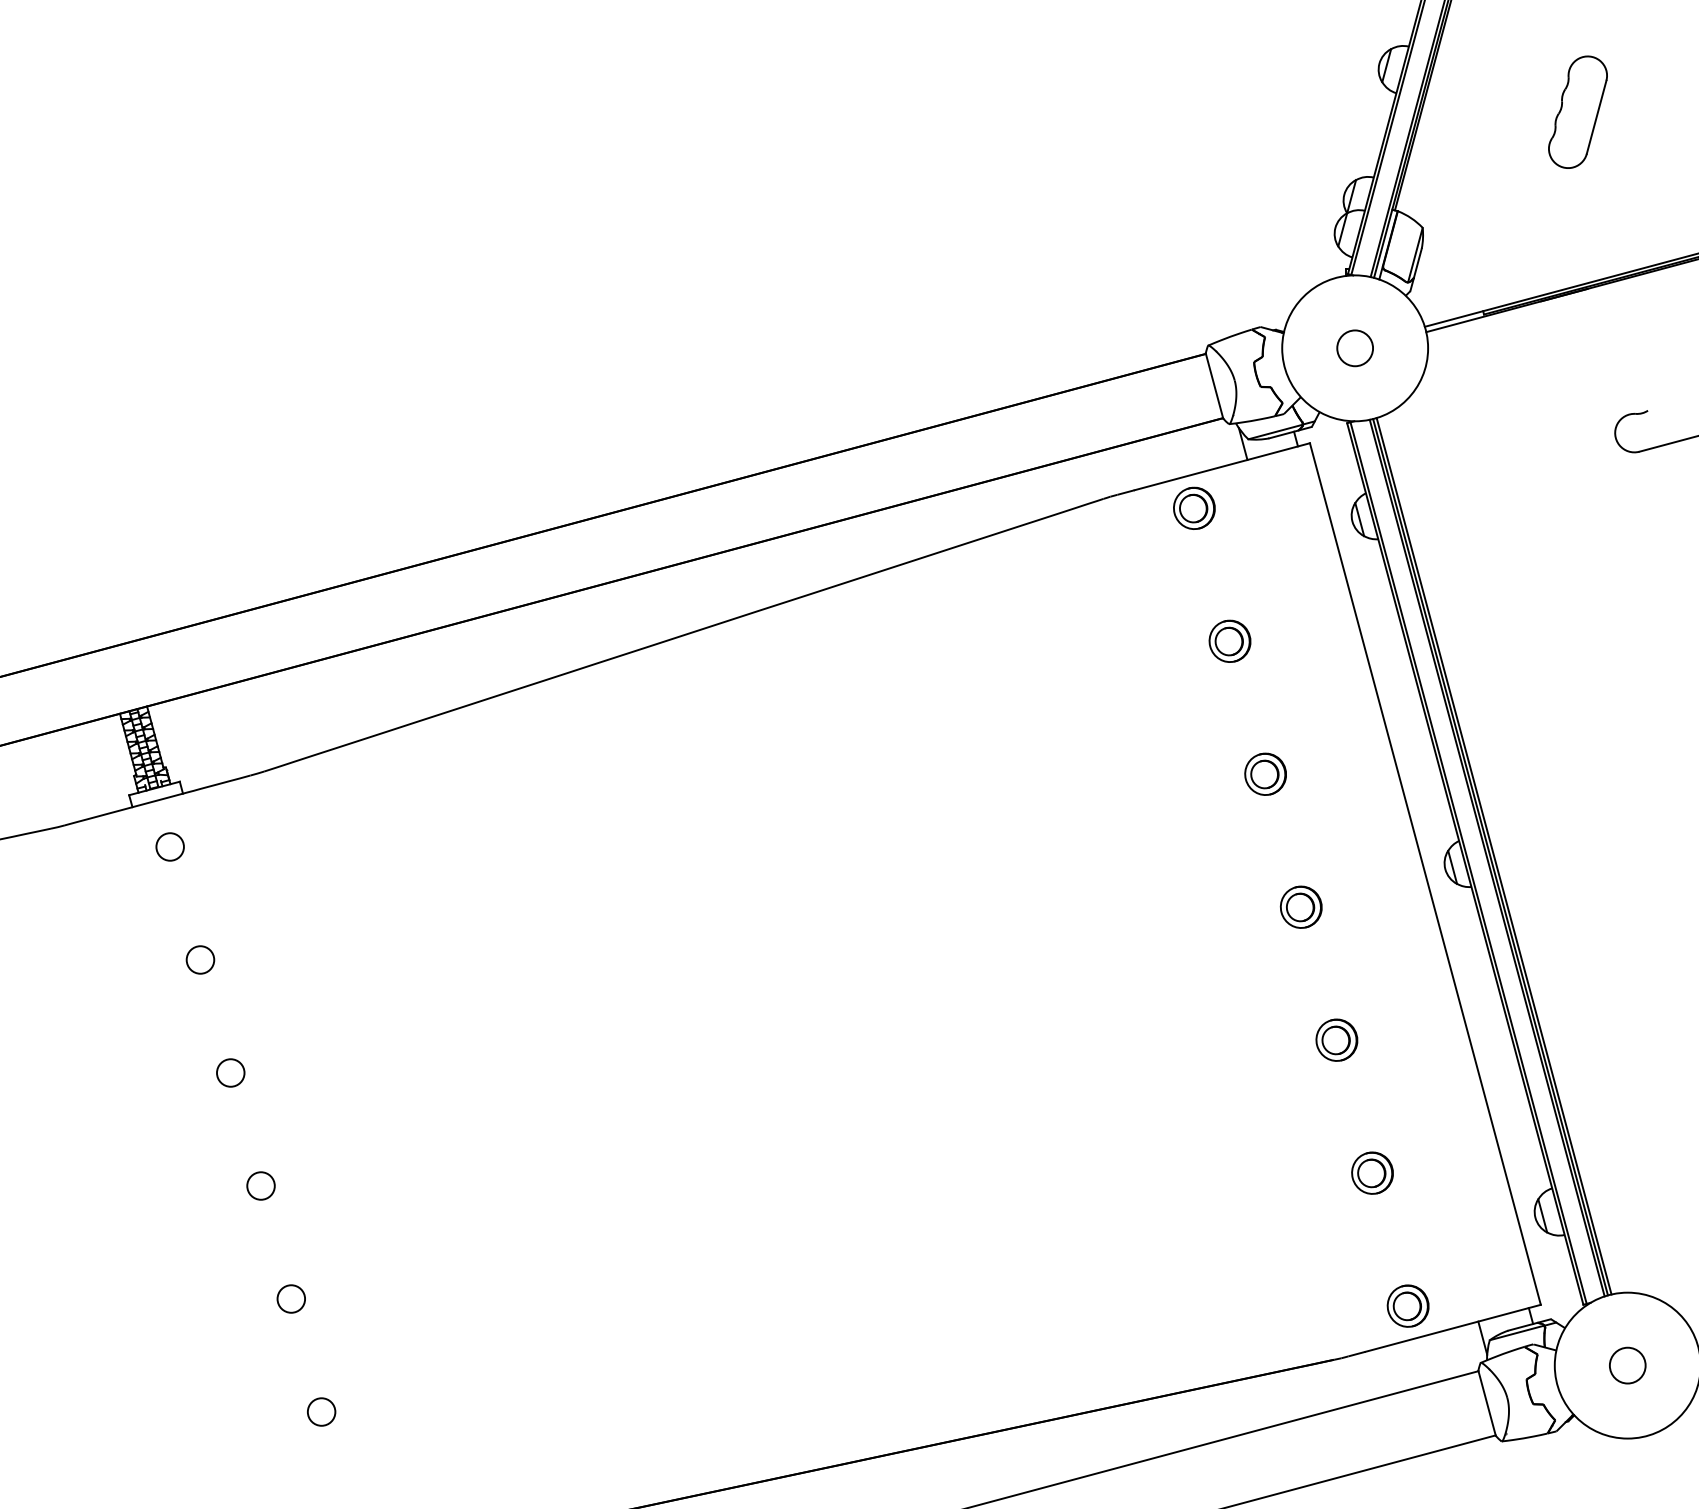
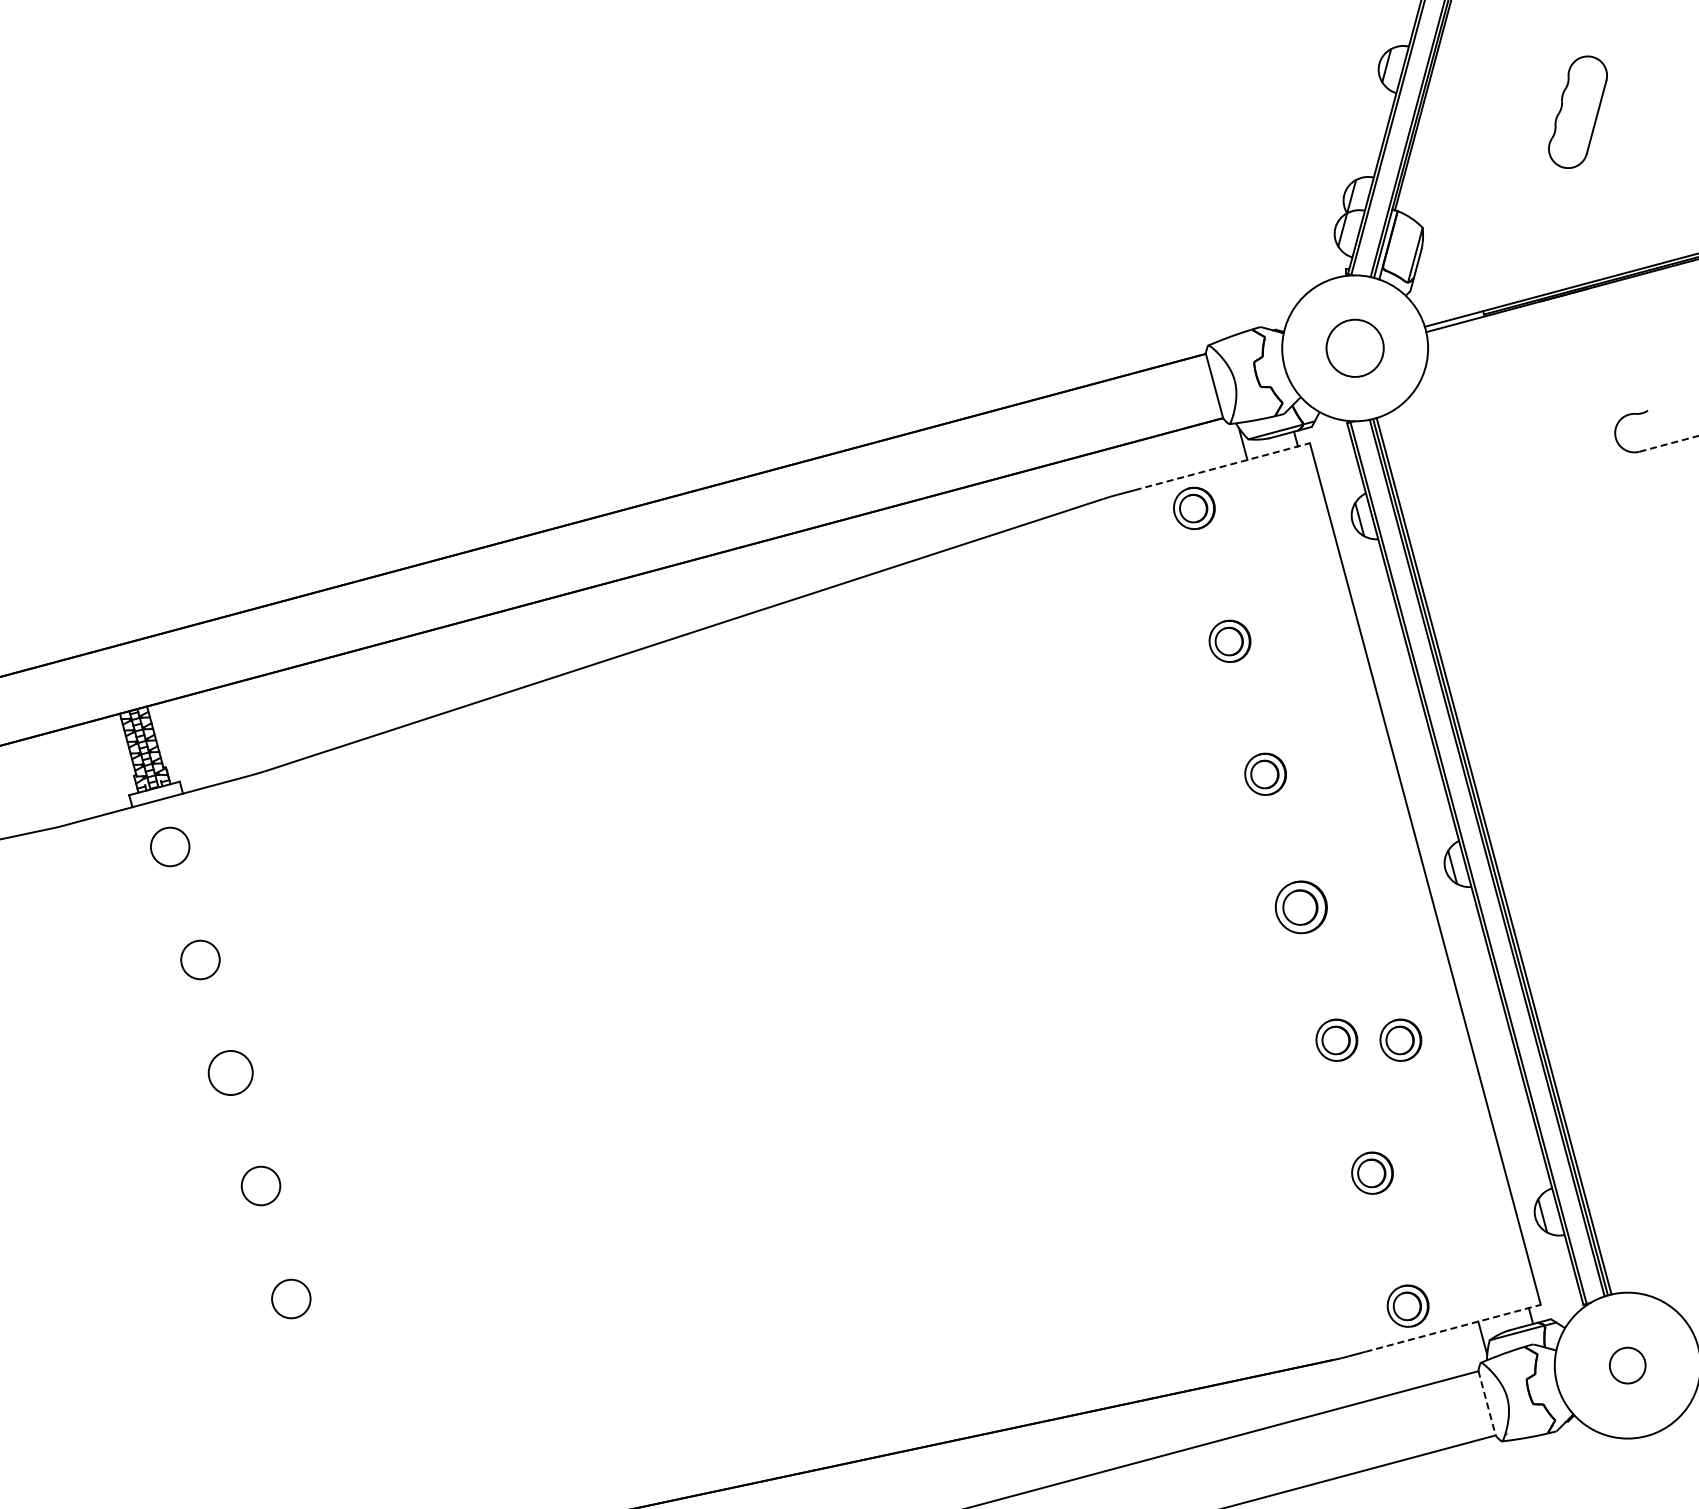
circle at (1355, 348) diameter: 36 px -> 57 px
line at (1669, 443): solid -> dashed
line at (1222, 466): solid -> dashed
circle at (169, 846) diameter: 28 px -> 39 px
part at (1300, 906) size: 44x44 px -> 54x55 px
circle at (200, 959) diameter: 28 px -> 39 px
part at (1400, 1039): none -> present
circle at (230, 1072) diameter: 28 px -> 44 px
circle at (260, 1185) diameter: 28 px -> 39 px
circle at (291, 1298) diameter: 28 px -> 39 px
line at (1453, 1328): solid -> dashed
line at (1487, 1403): solid -> dashed
circle at (321, 1411): present -> none
